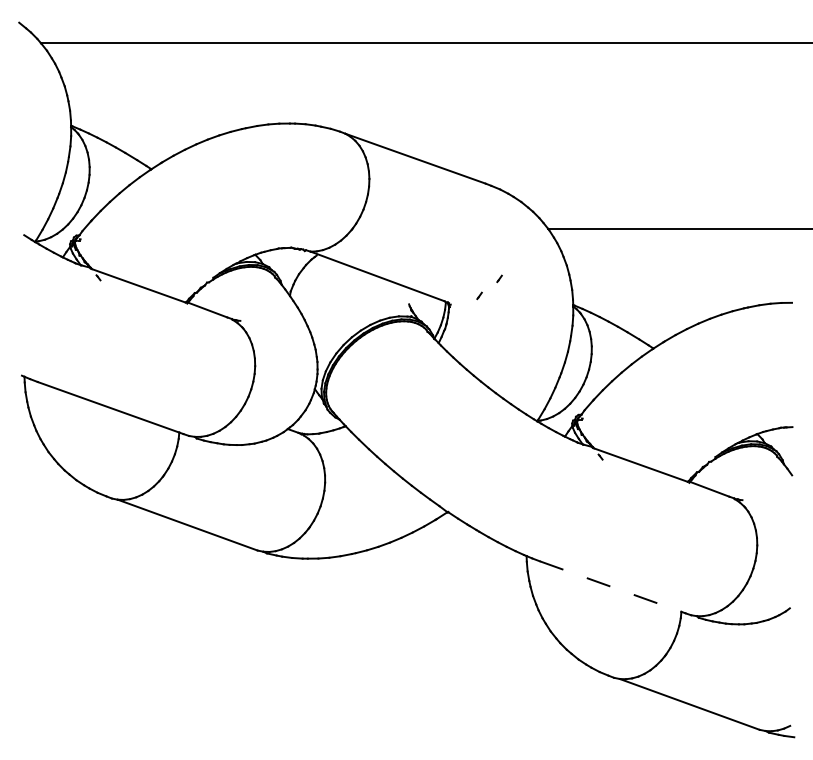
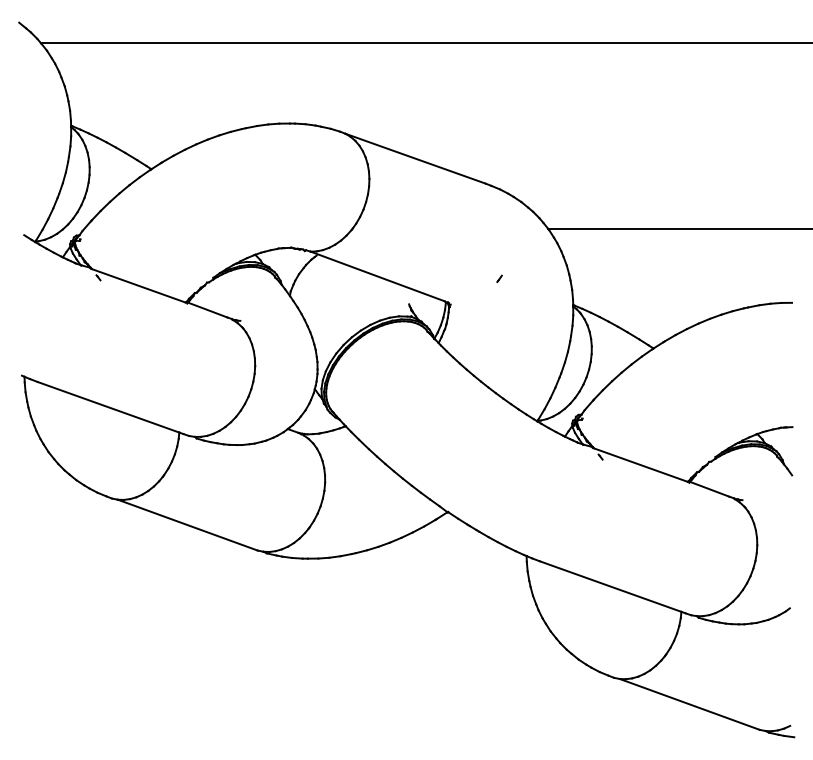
part at (479, 295): present -> none
line at (611, 586): dashed -> solid
